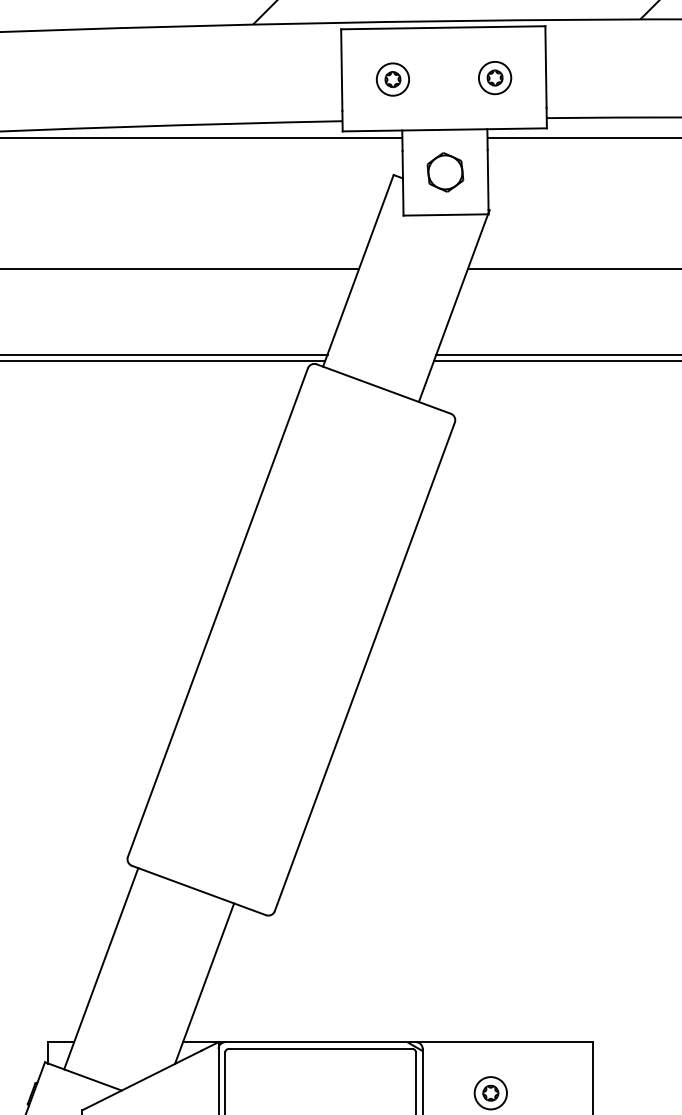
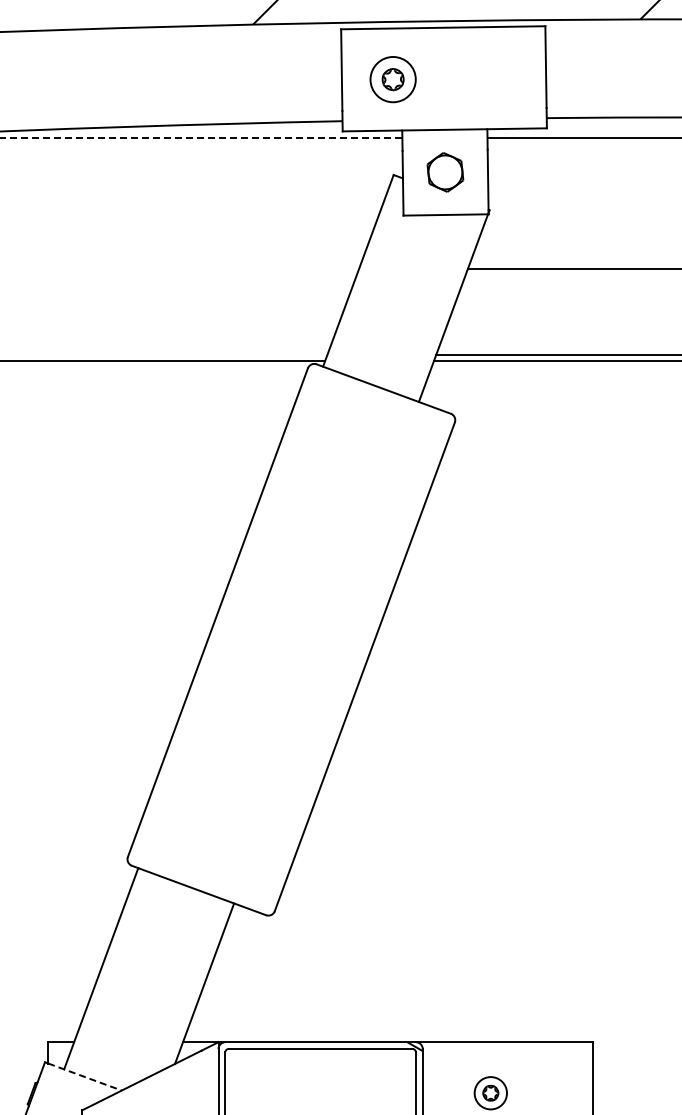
part at (495, 78): present -> none
part at (392, 79) size: 35x35 px -> 48x48 px
line at (201, 138): solid -> dashed
line at (180, 269): present -> none
line at (164, 354): present -> none
line at (85, 1077): solid -> dashed
